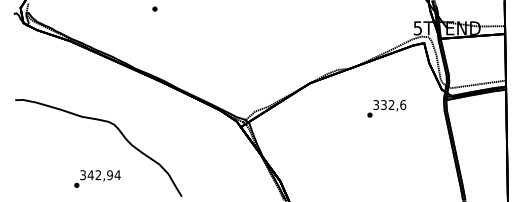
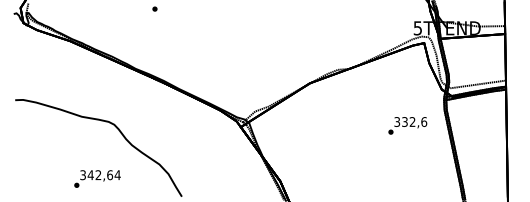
text at (386, 108) position: (386, 108) -> (407, 125)
text at (110, 175): 342,94 -> 342,64
